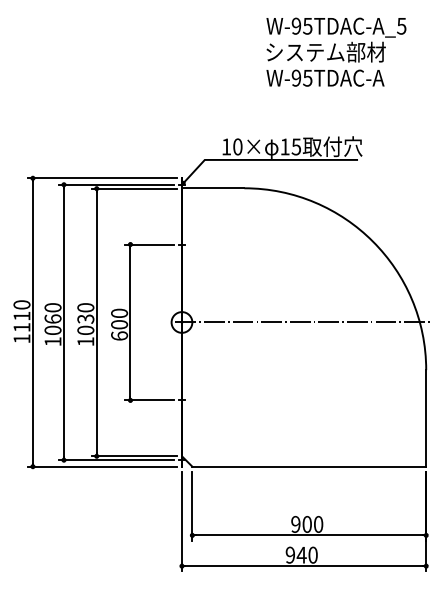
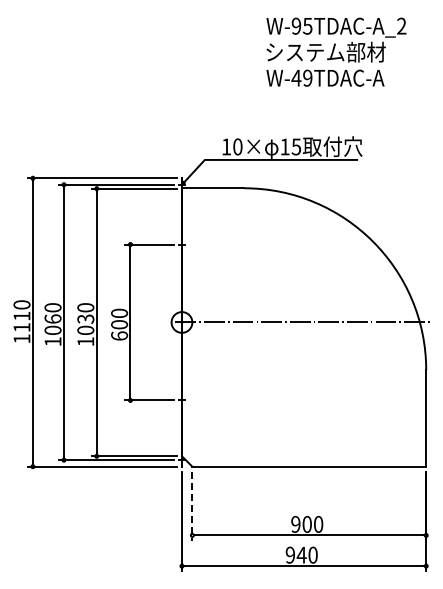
text at (401, 25): W-95TDAC-A_5 -> W-95TDAC-A_2
text at (301, 77): W-95TDAC-A -> W-49TDAC-A
line at (192, 506): solid -> dashed
